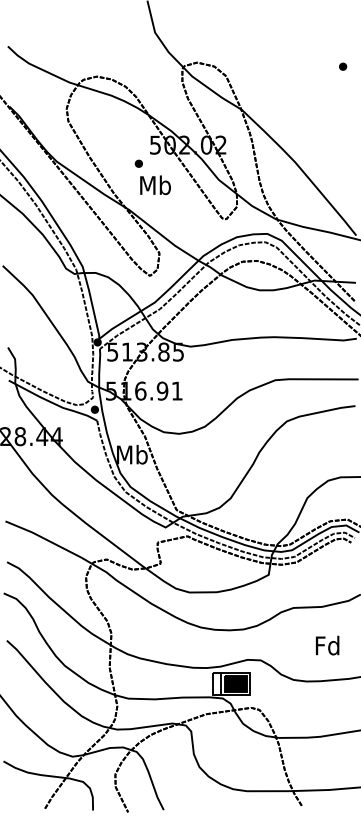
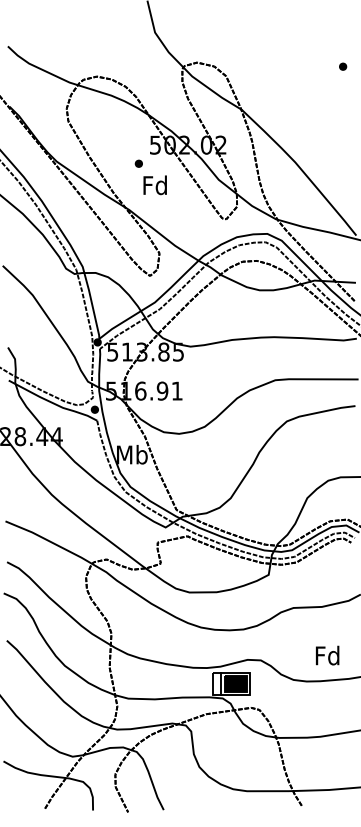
text at (155, 185): Mb -> Fd
text at (327, 645) position: (327, 645) -> (327, 655)
